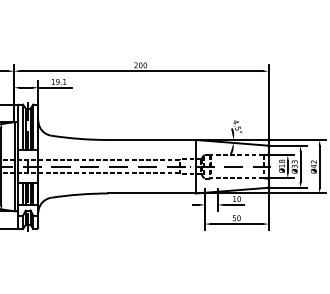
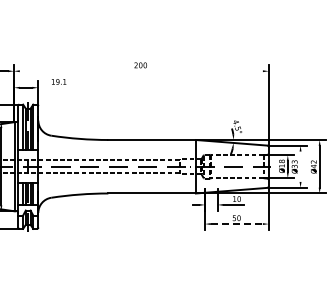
line at (140, 71): present -> none
line at (55, 87): present -> none
line at (300, 166): present -> none
line at (237, 224): solid -> dashed
